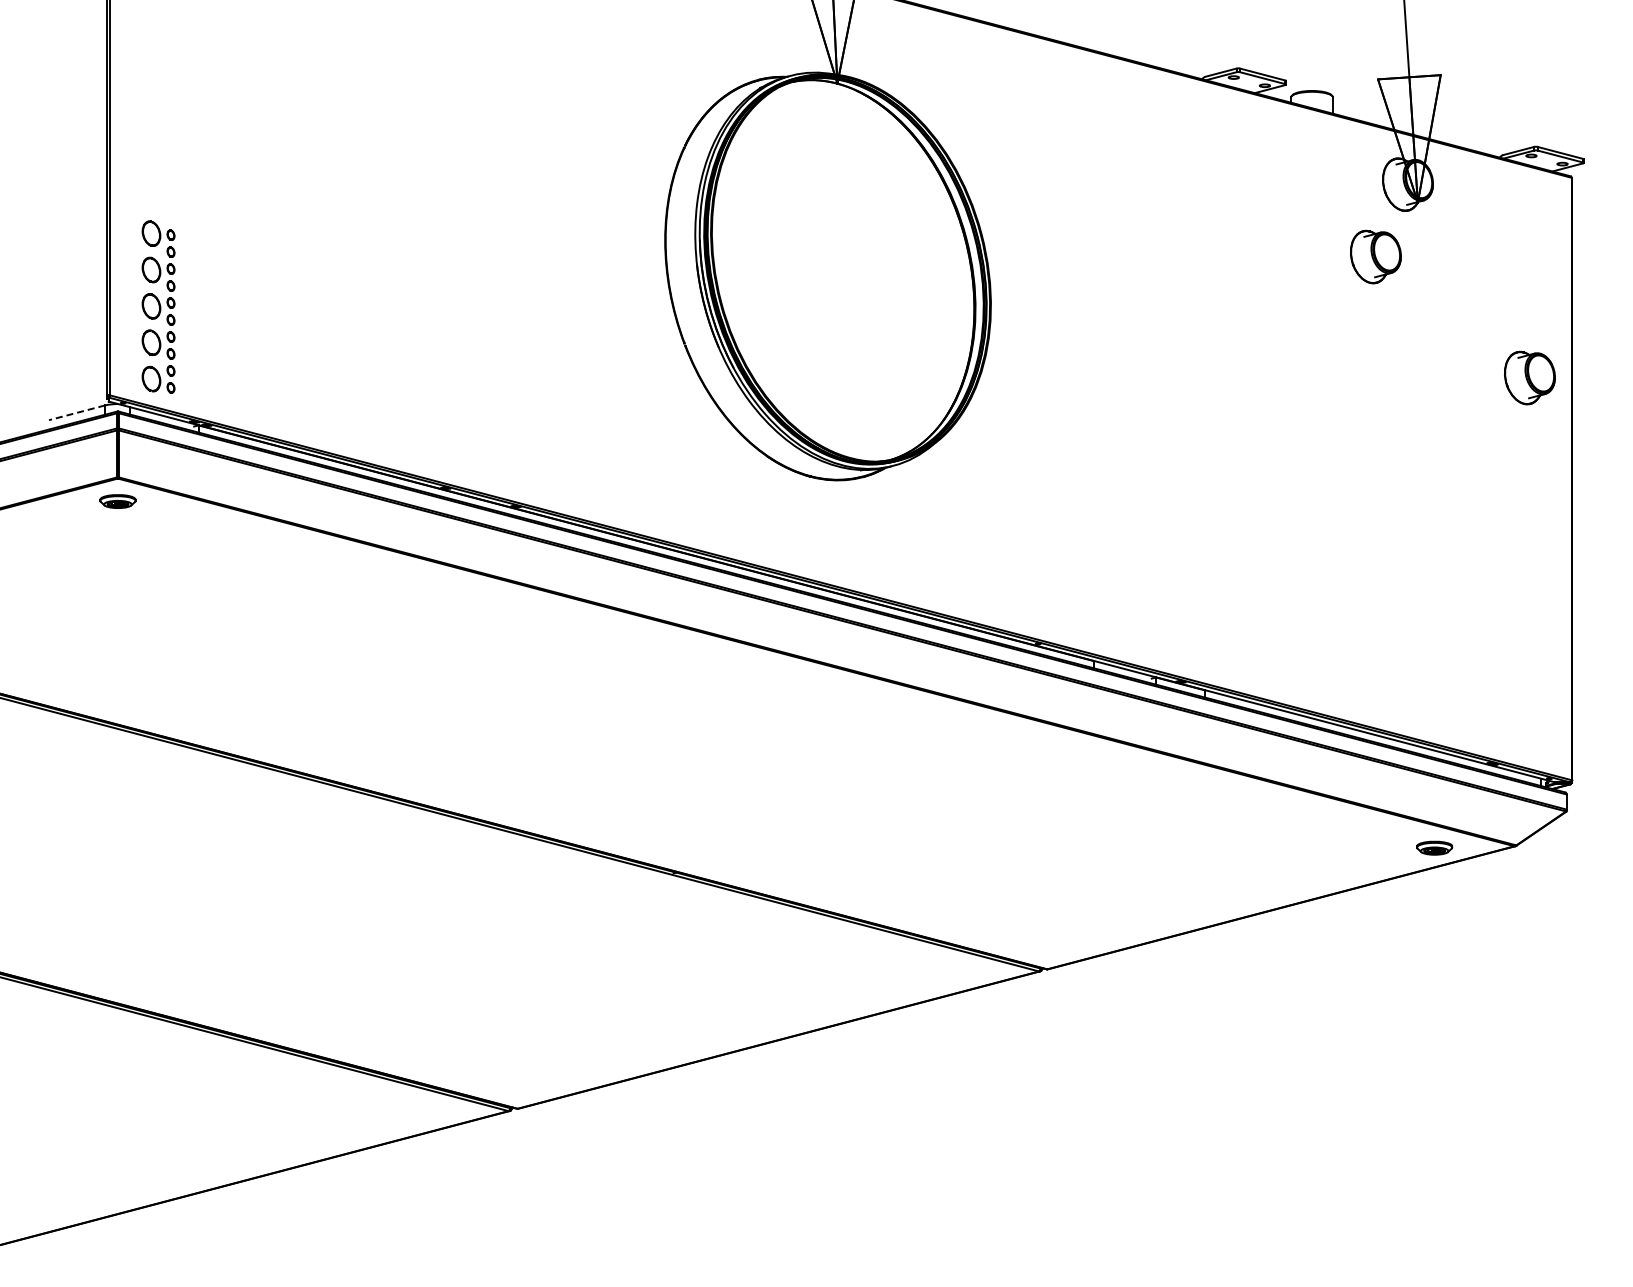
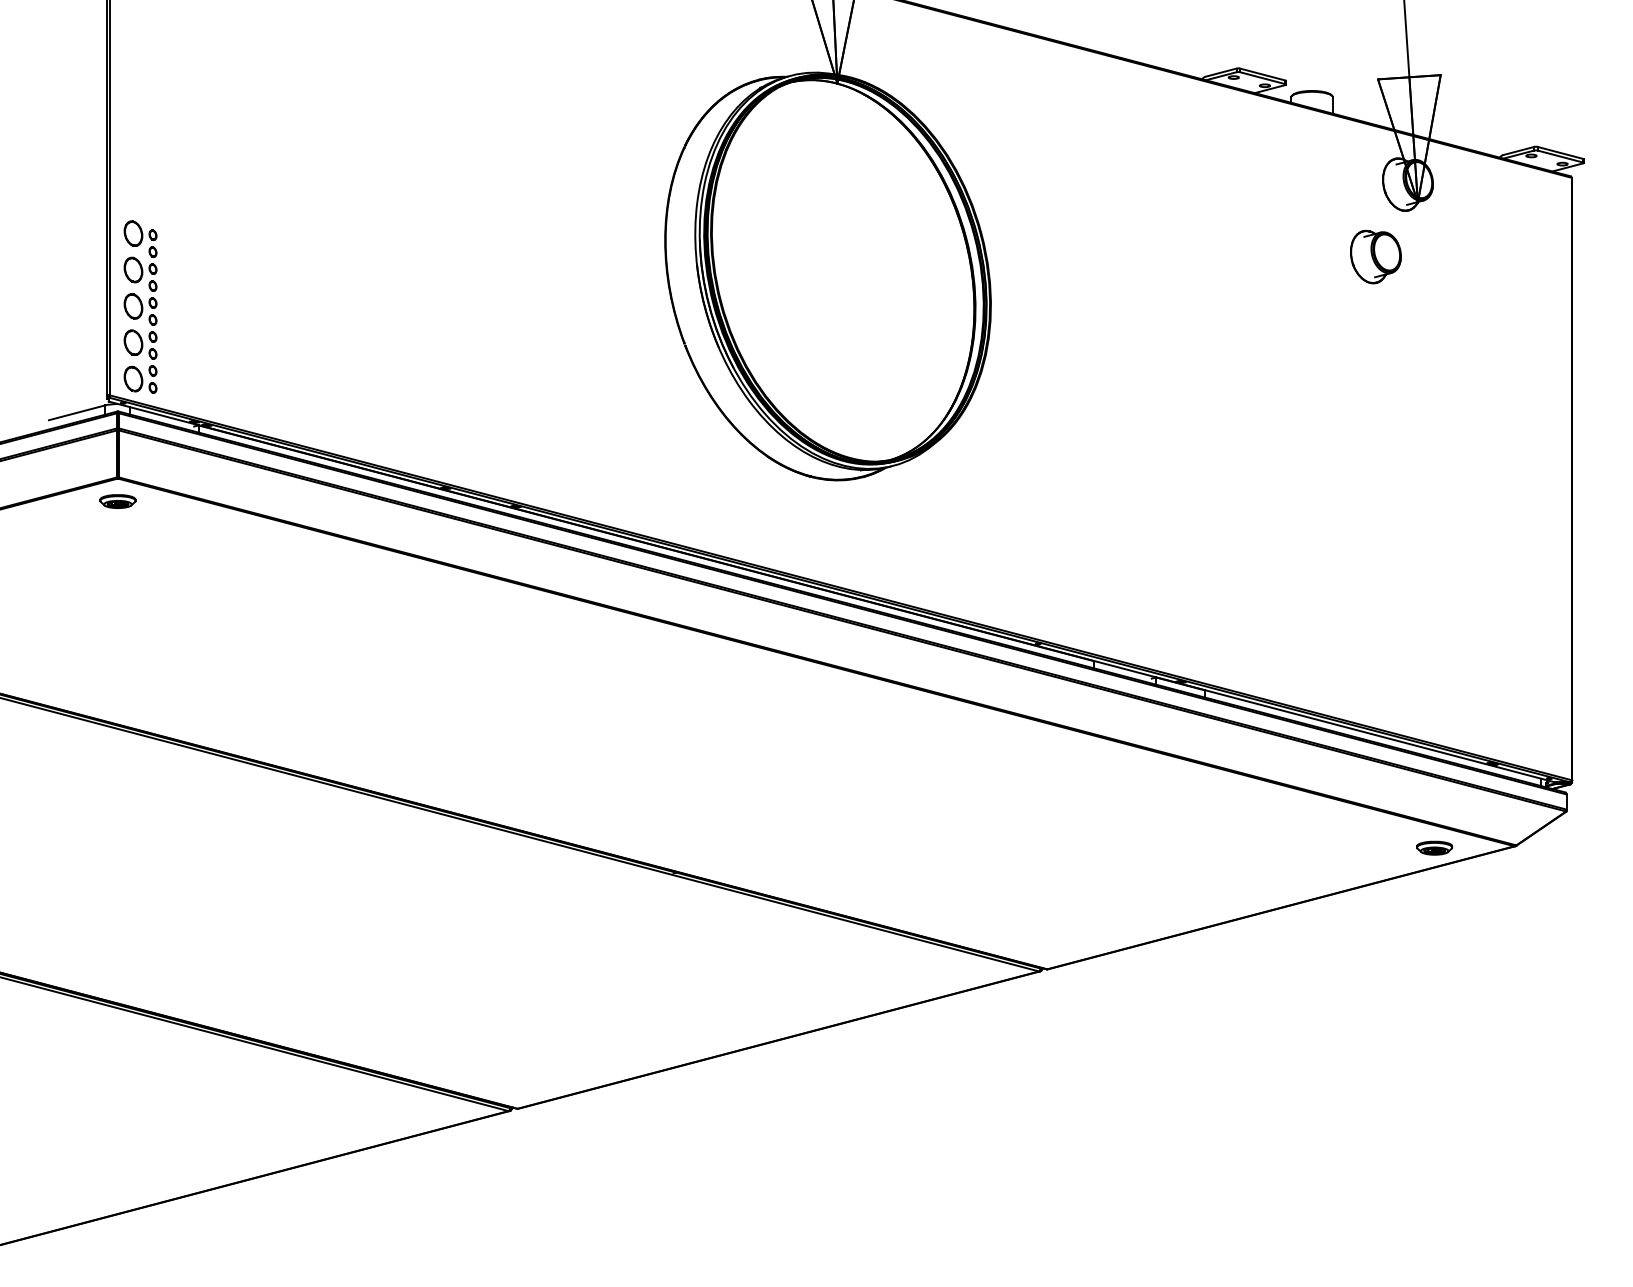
part at (158, 306) position: (158, 306) -> (140, 306)
part at (1529, 377): present -> none
line at (76, 412): dashed -> solid
